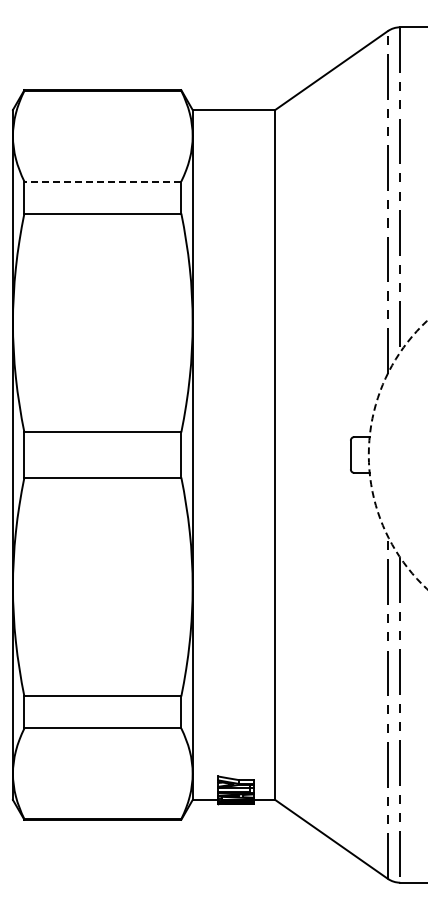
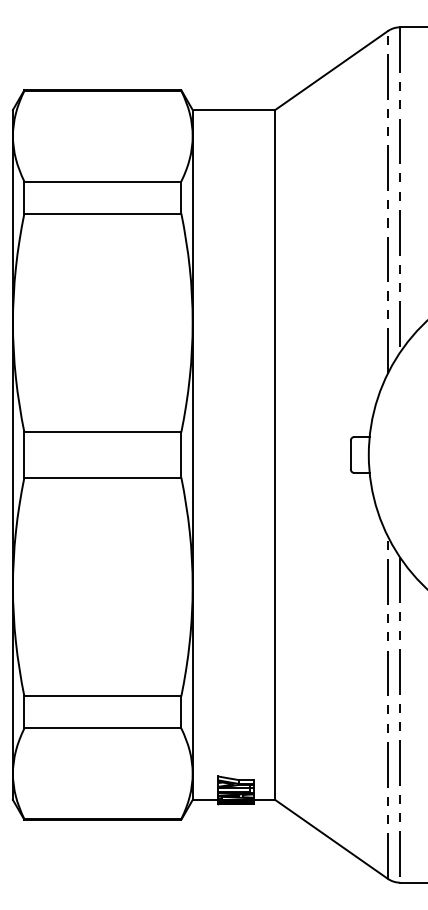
line at (102, 181): dashed -> solid
arc at (368, 455): dashed -> solid
